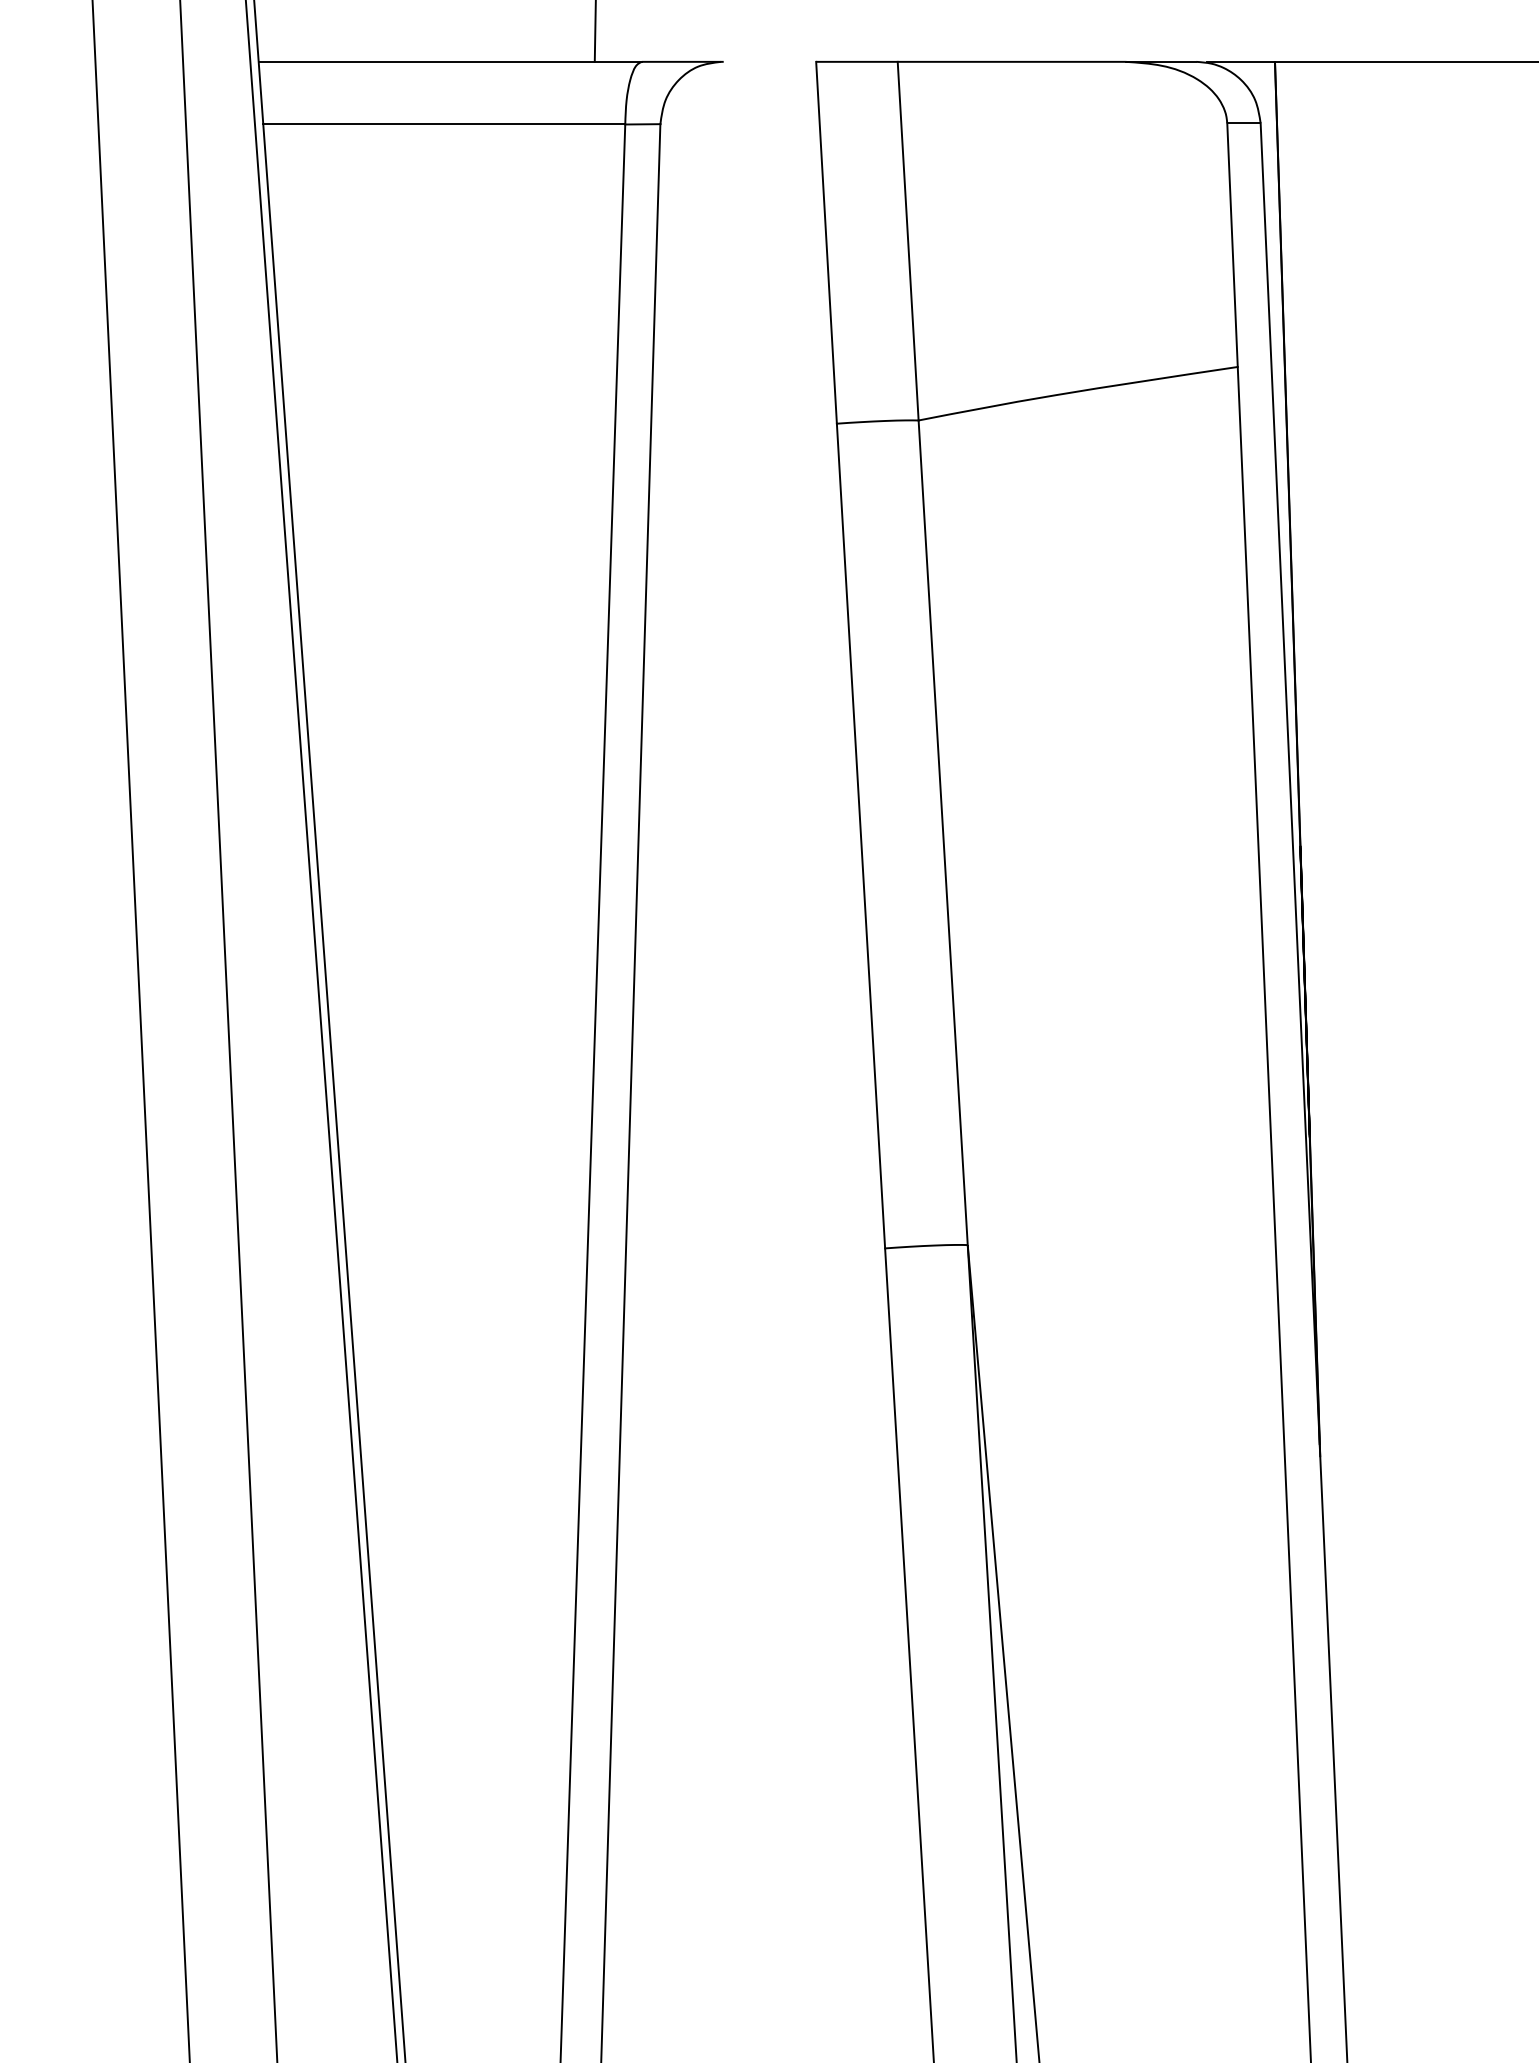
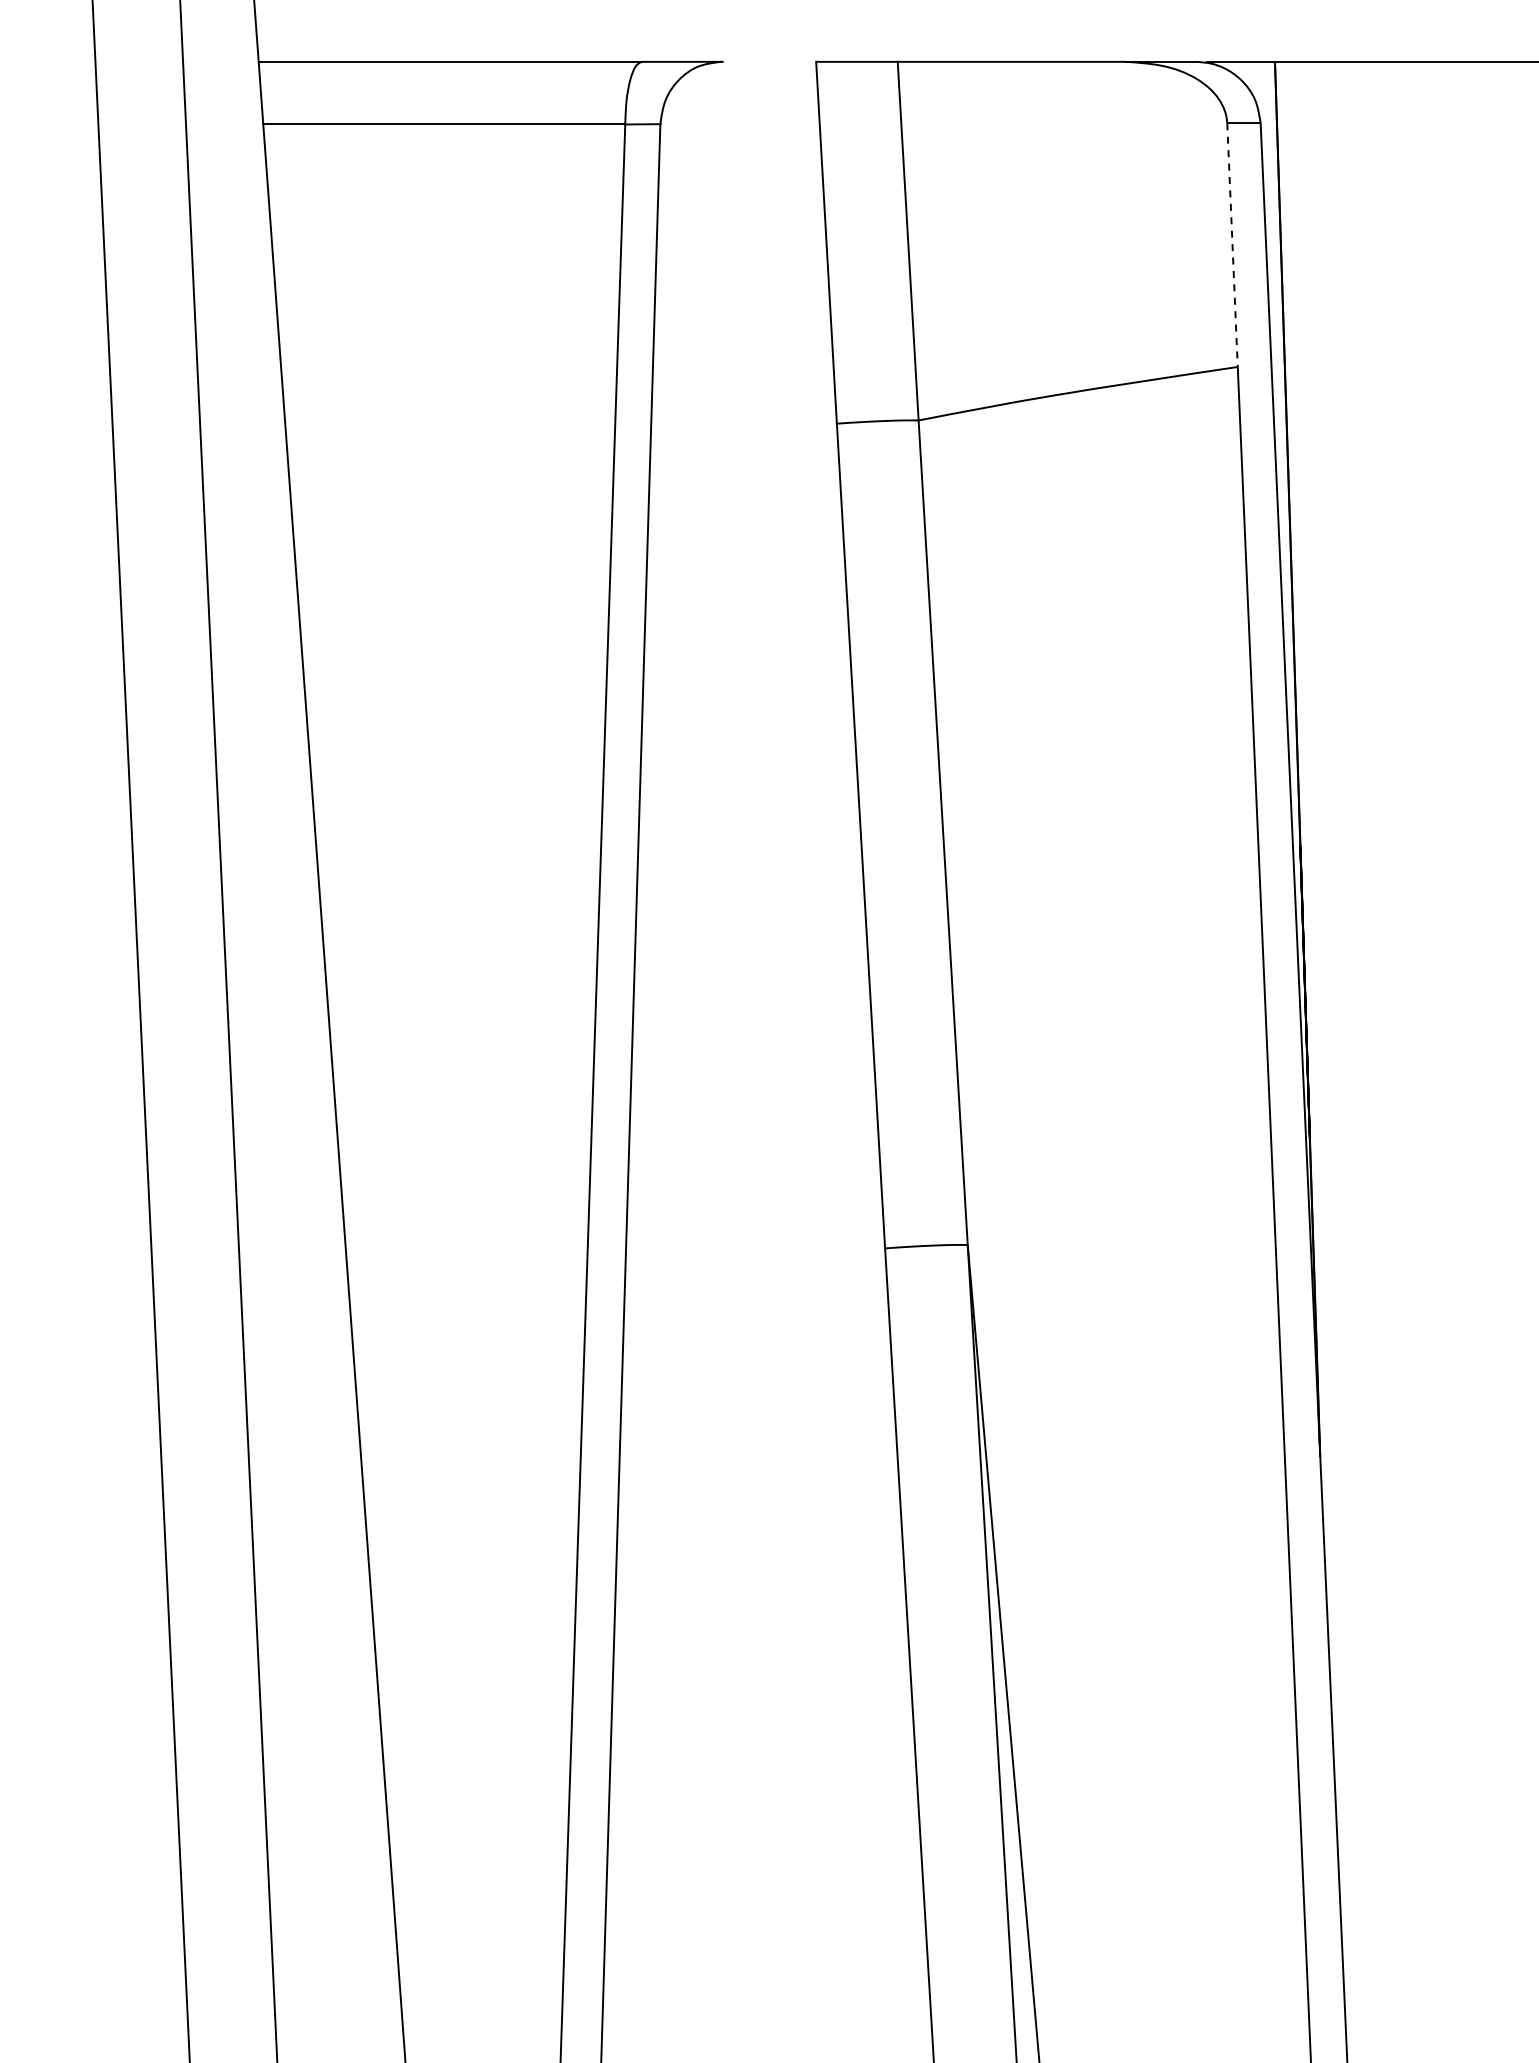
line at (594, 31): present -> none
line at (1232, 245): solid -> dashed
line at (321, 1030): present -> none
